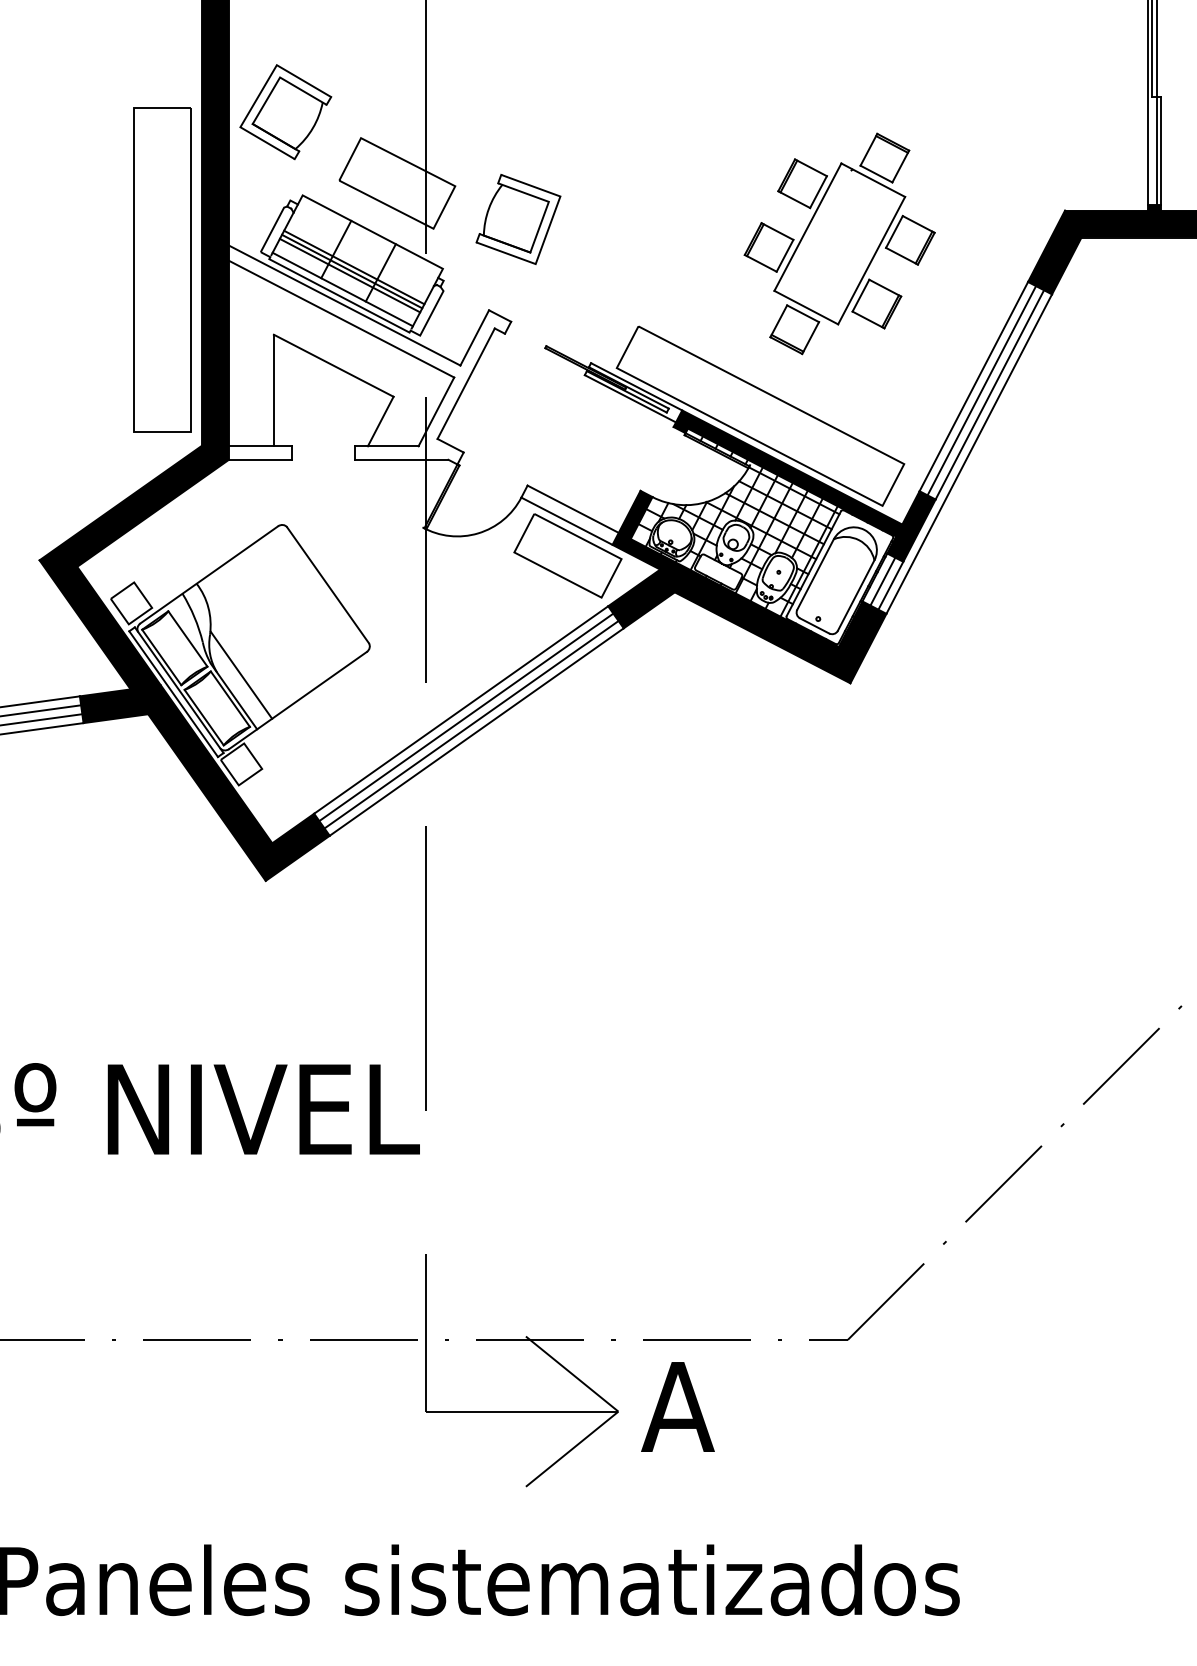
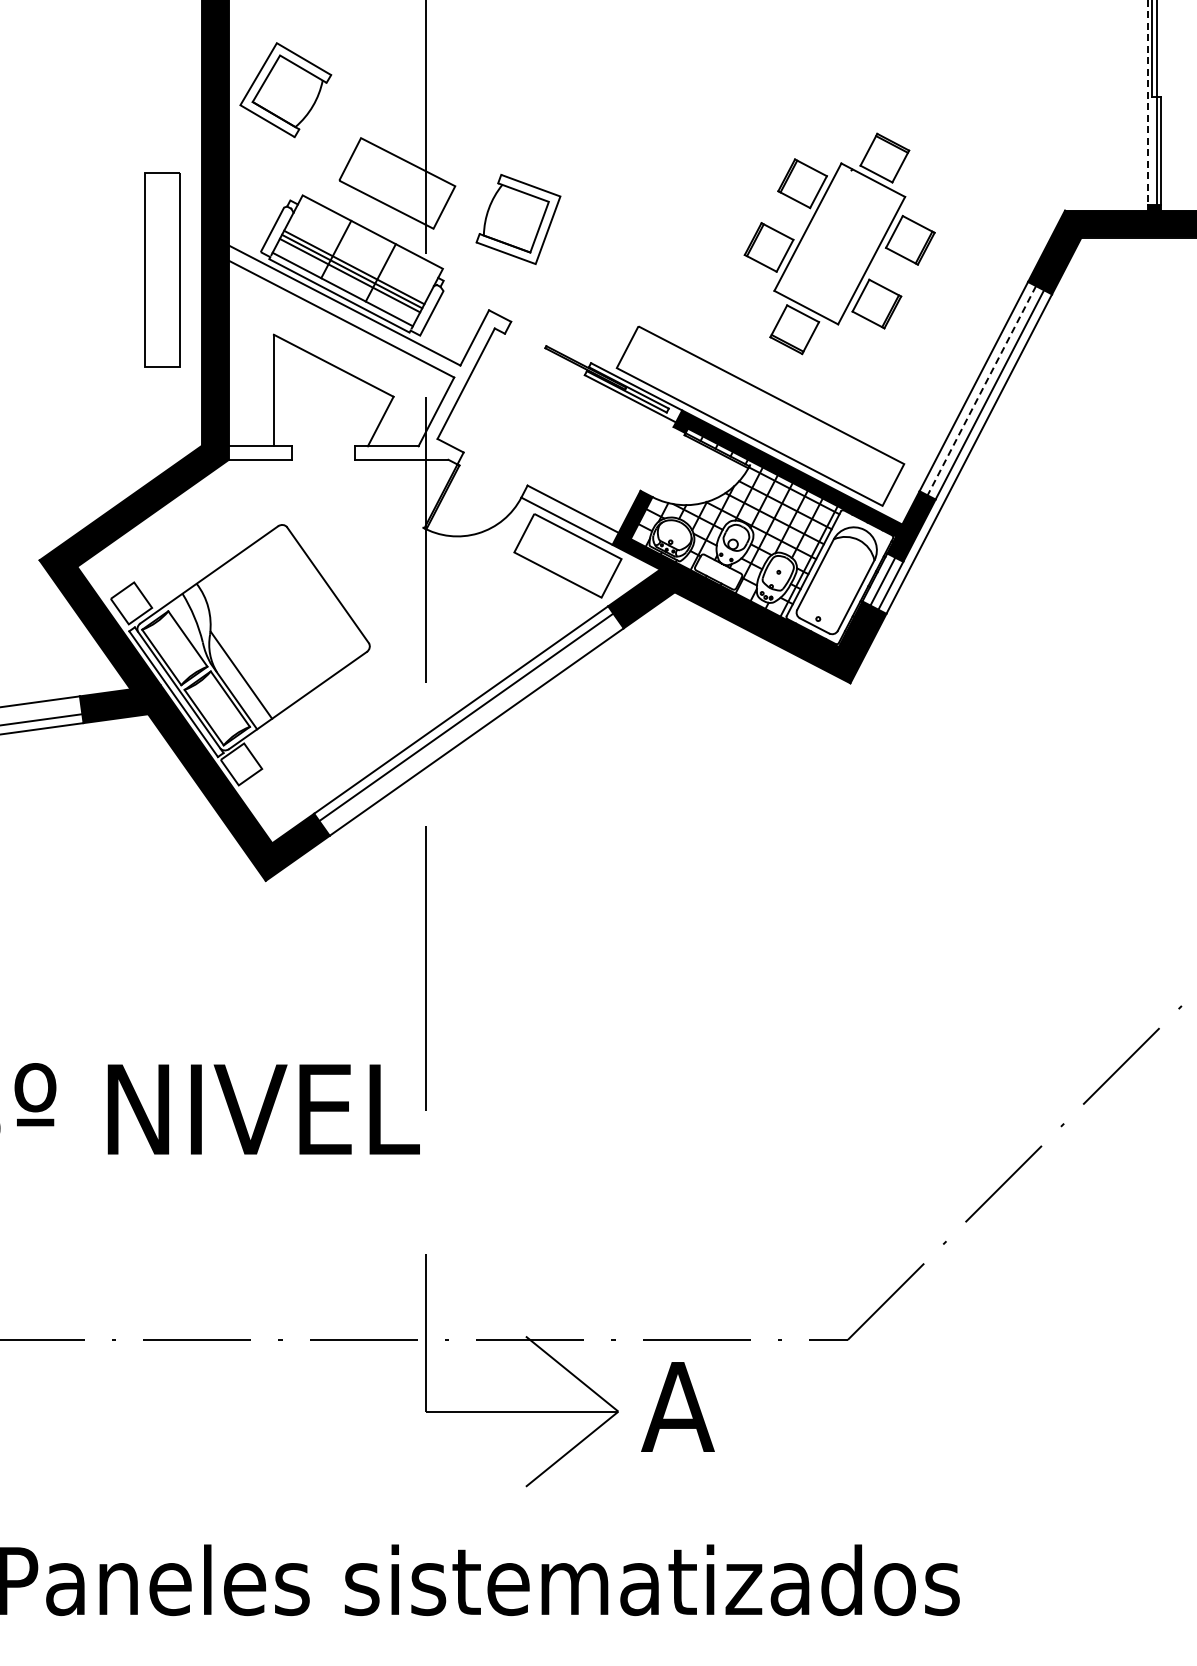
line at (1147, 103): solid -> dashed
part at (285, 112) position: (285, 112) -> (285, 90)
part at (162, 269) size: 59x326 px -> 37x196 px
line at (981, 390): solid -> dashed
line at (41, 710): present -> none
line at (471, 724): present -> none
